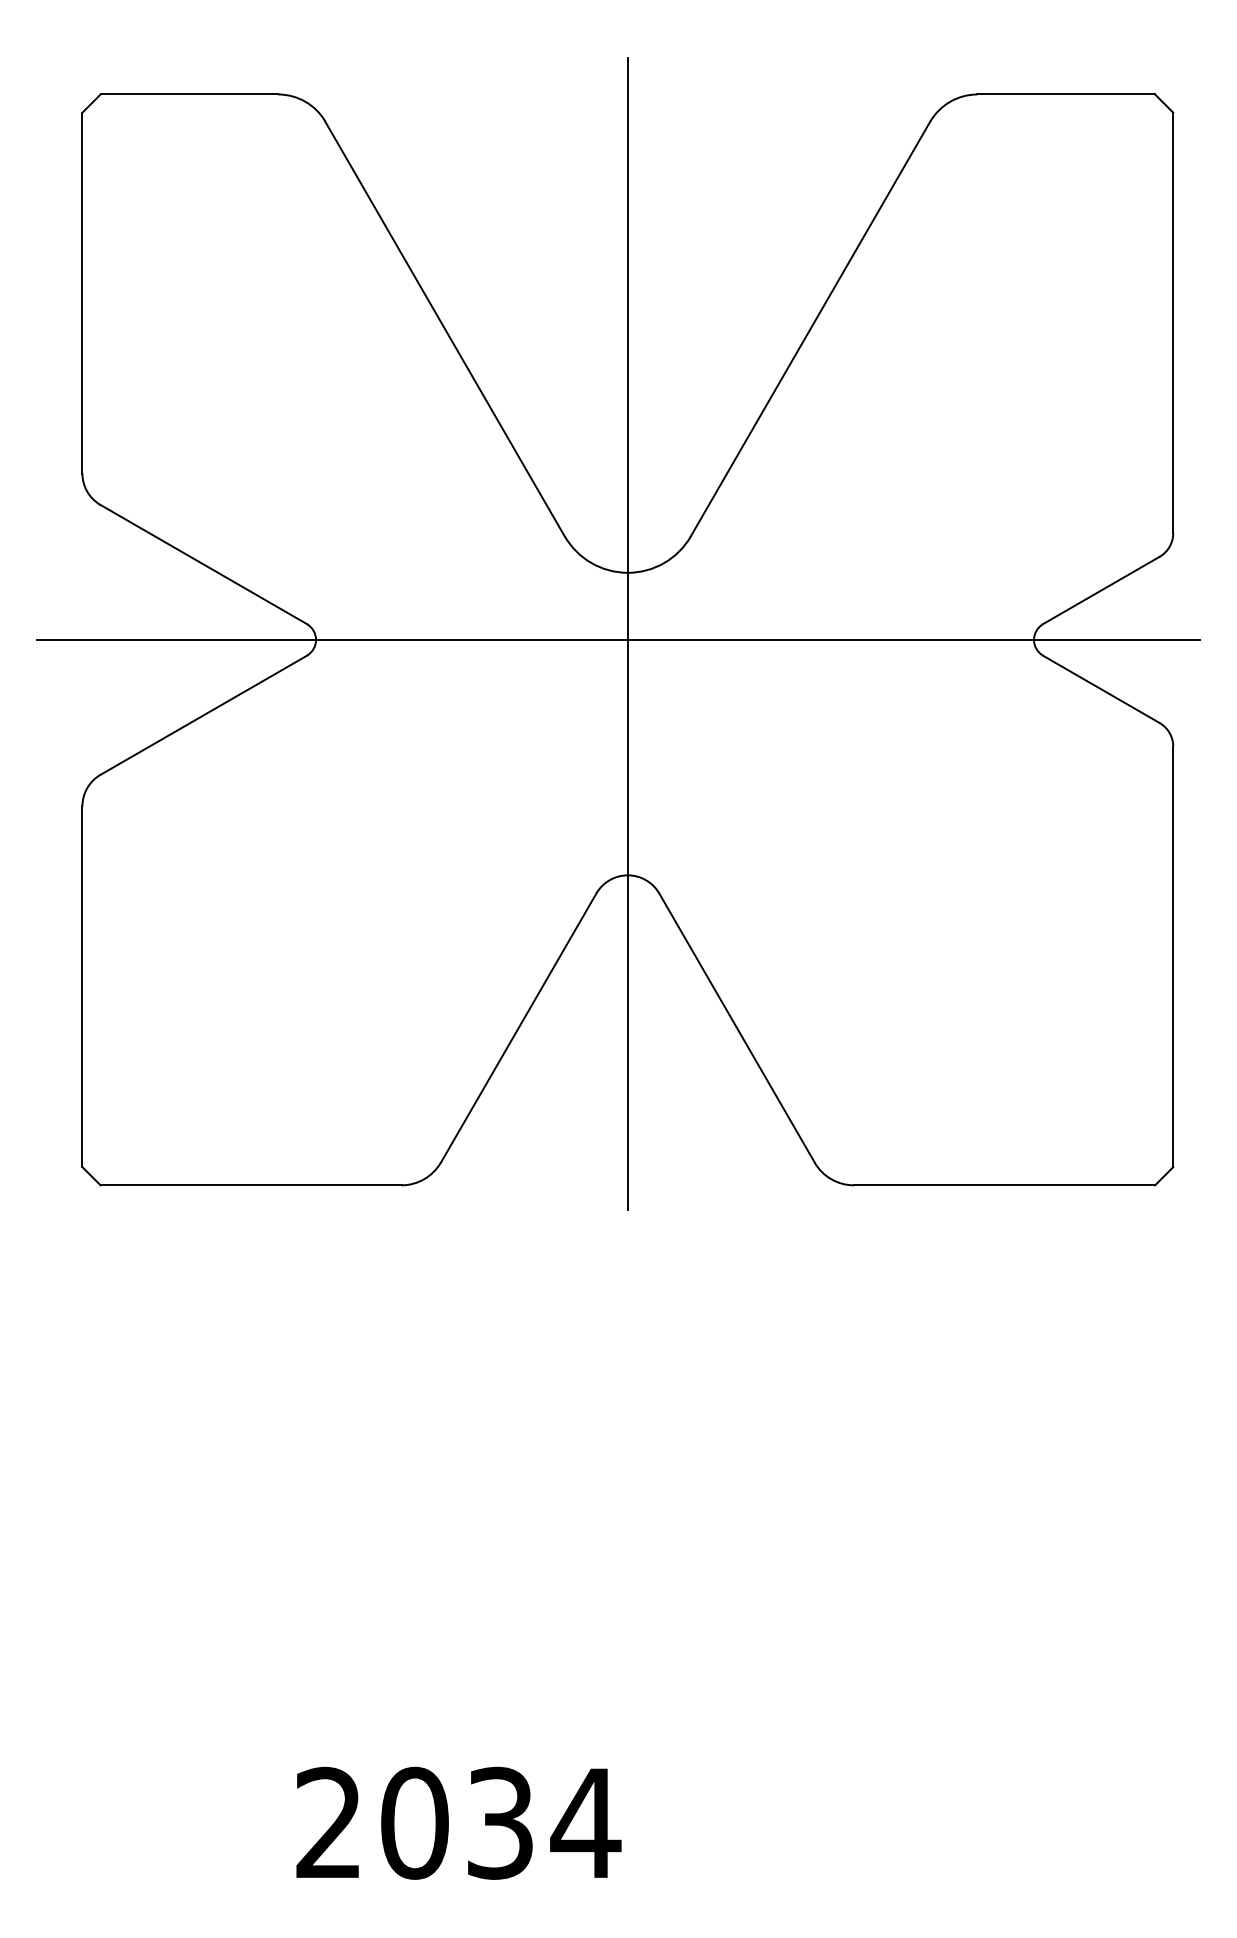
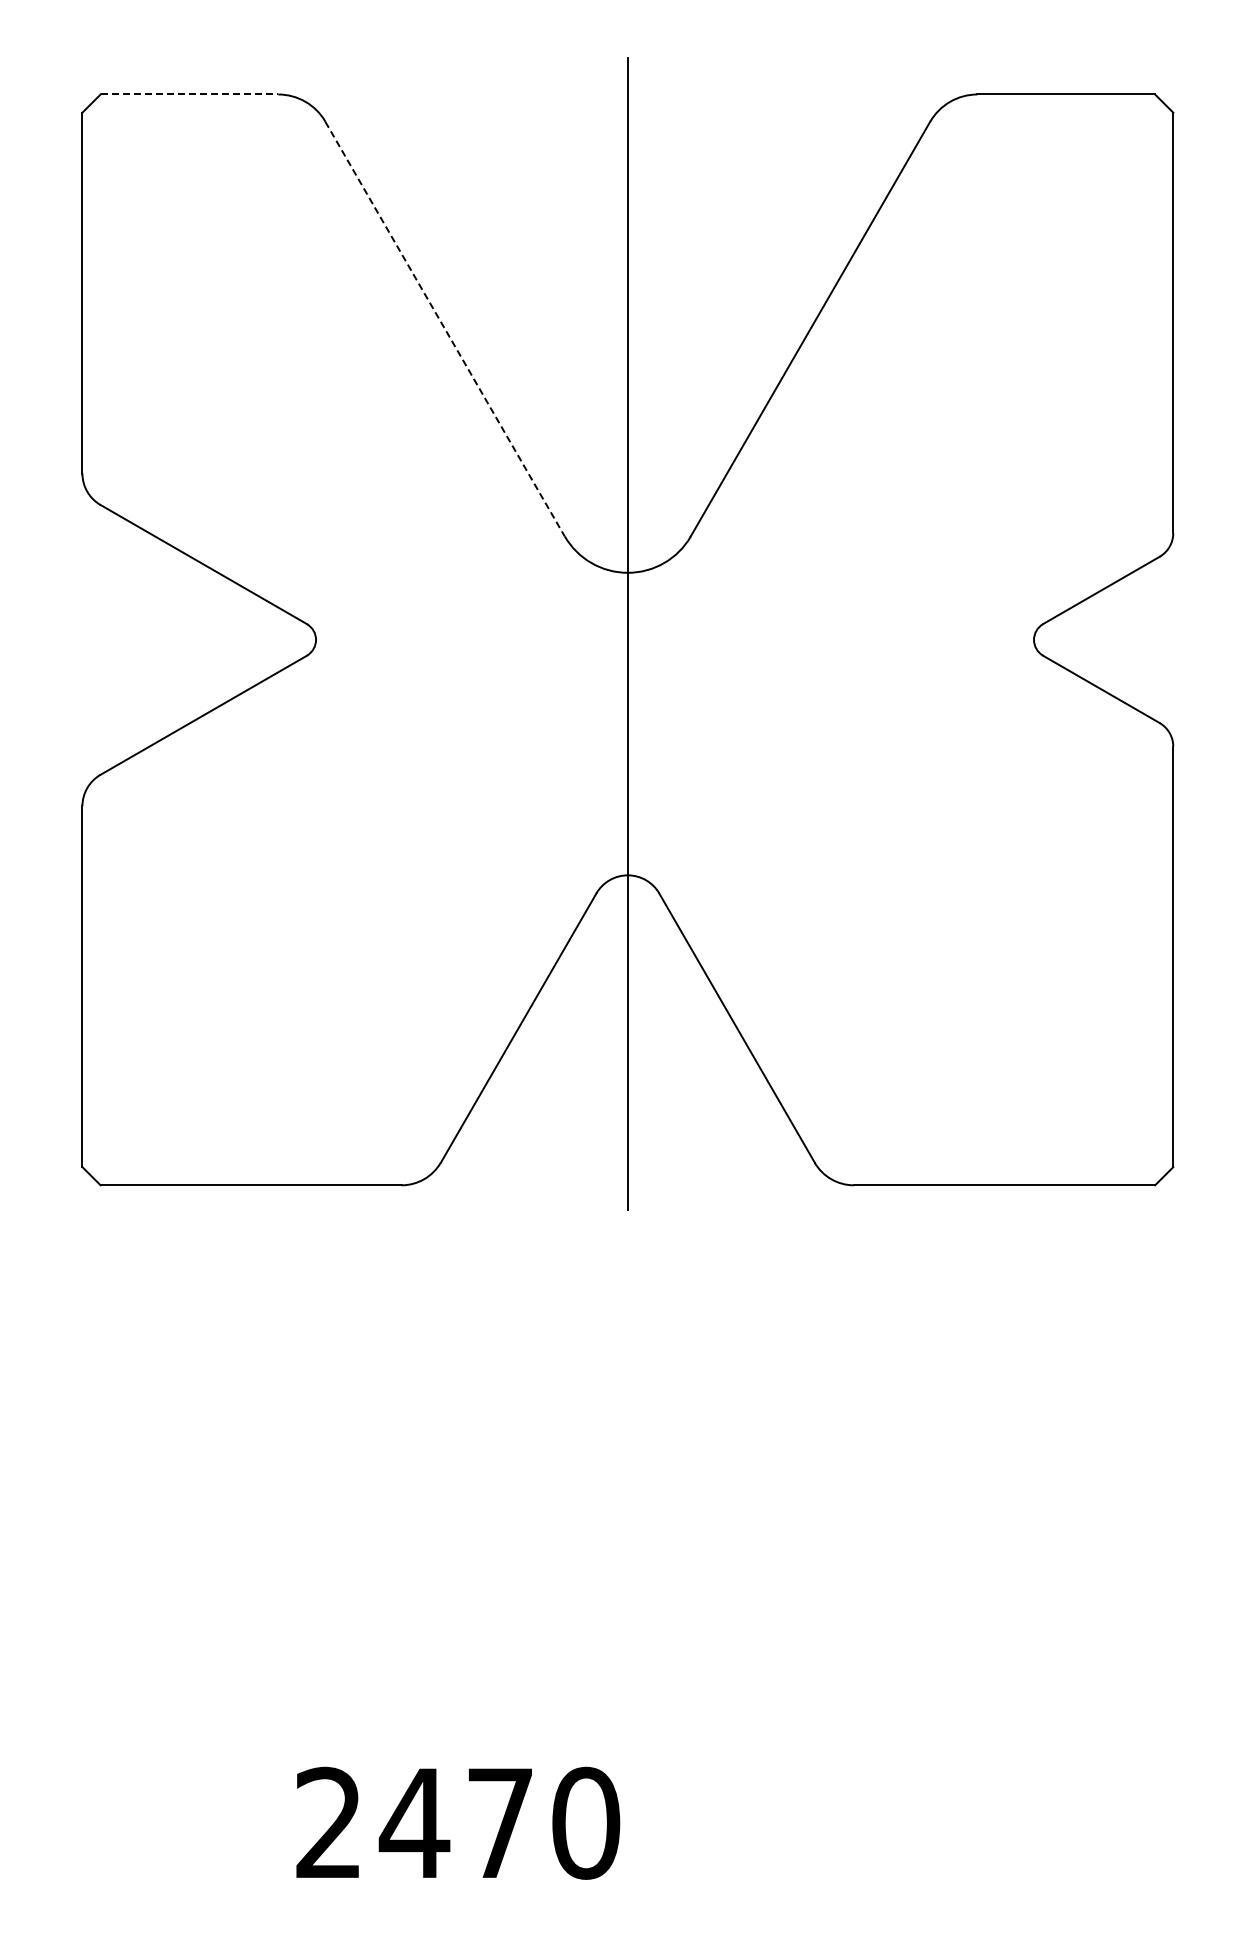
line at (189, 94): solid -> dashed
line at (445, 329): solid -> dashed
line at (618, 639): present -> none
text at (499, 1822): 2034 -> 2470
